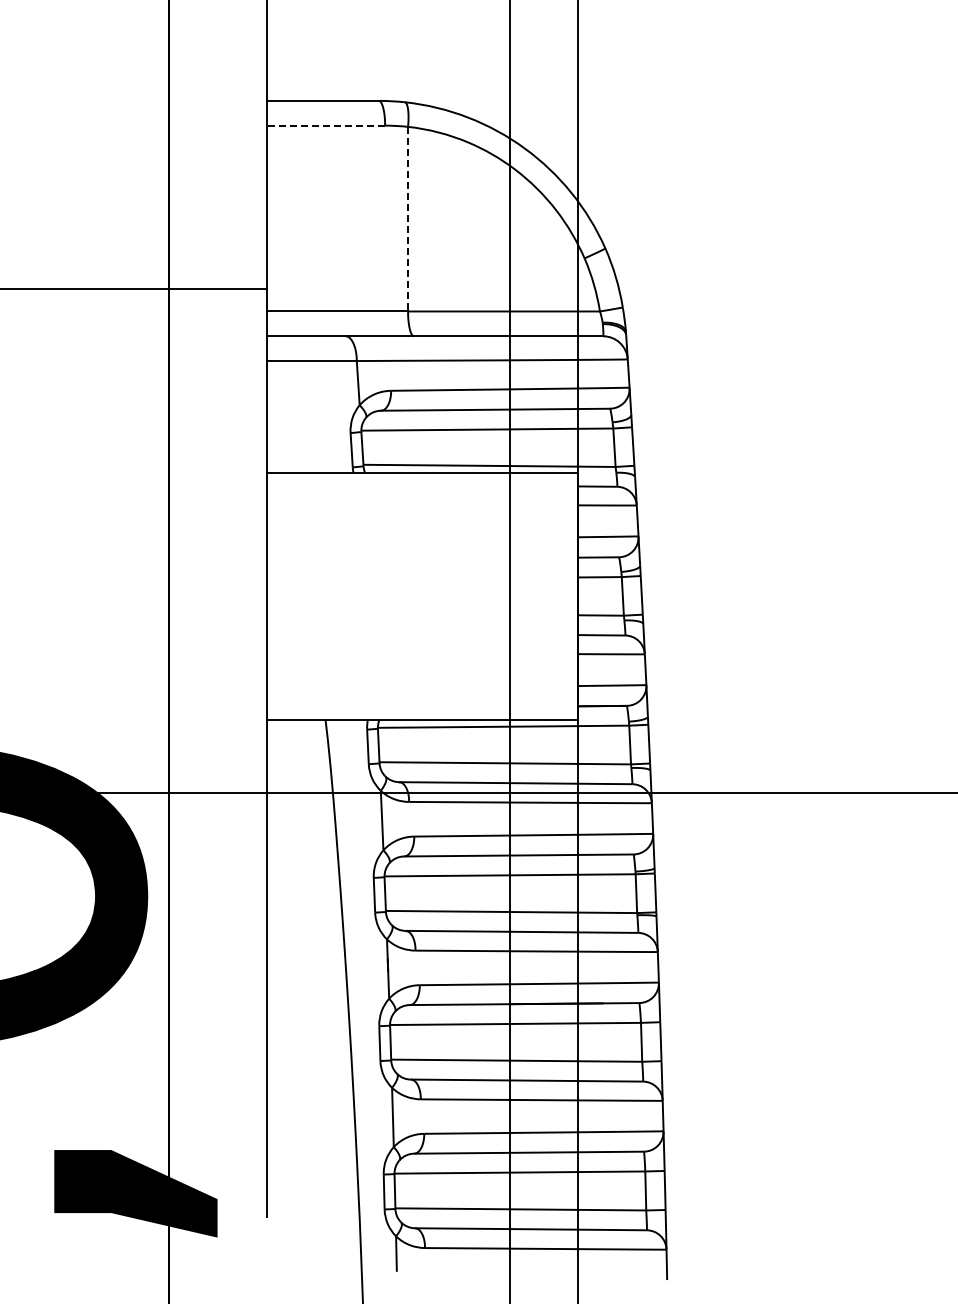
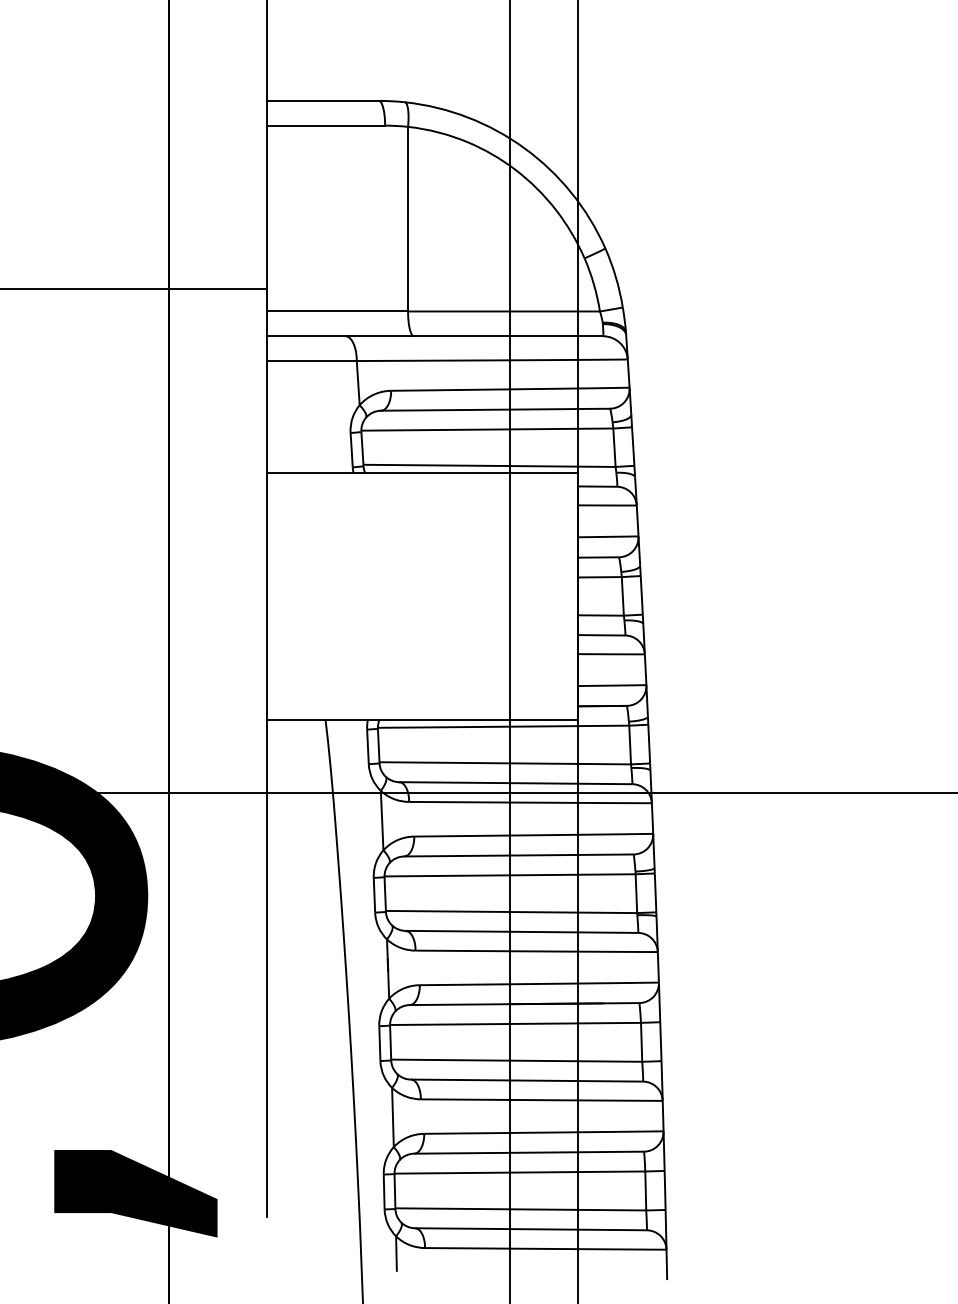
line at (326, 125): dashed -> solid
line at (408, 219): dashed -> solid
